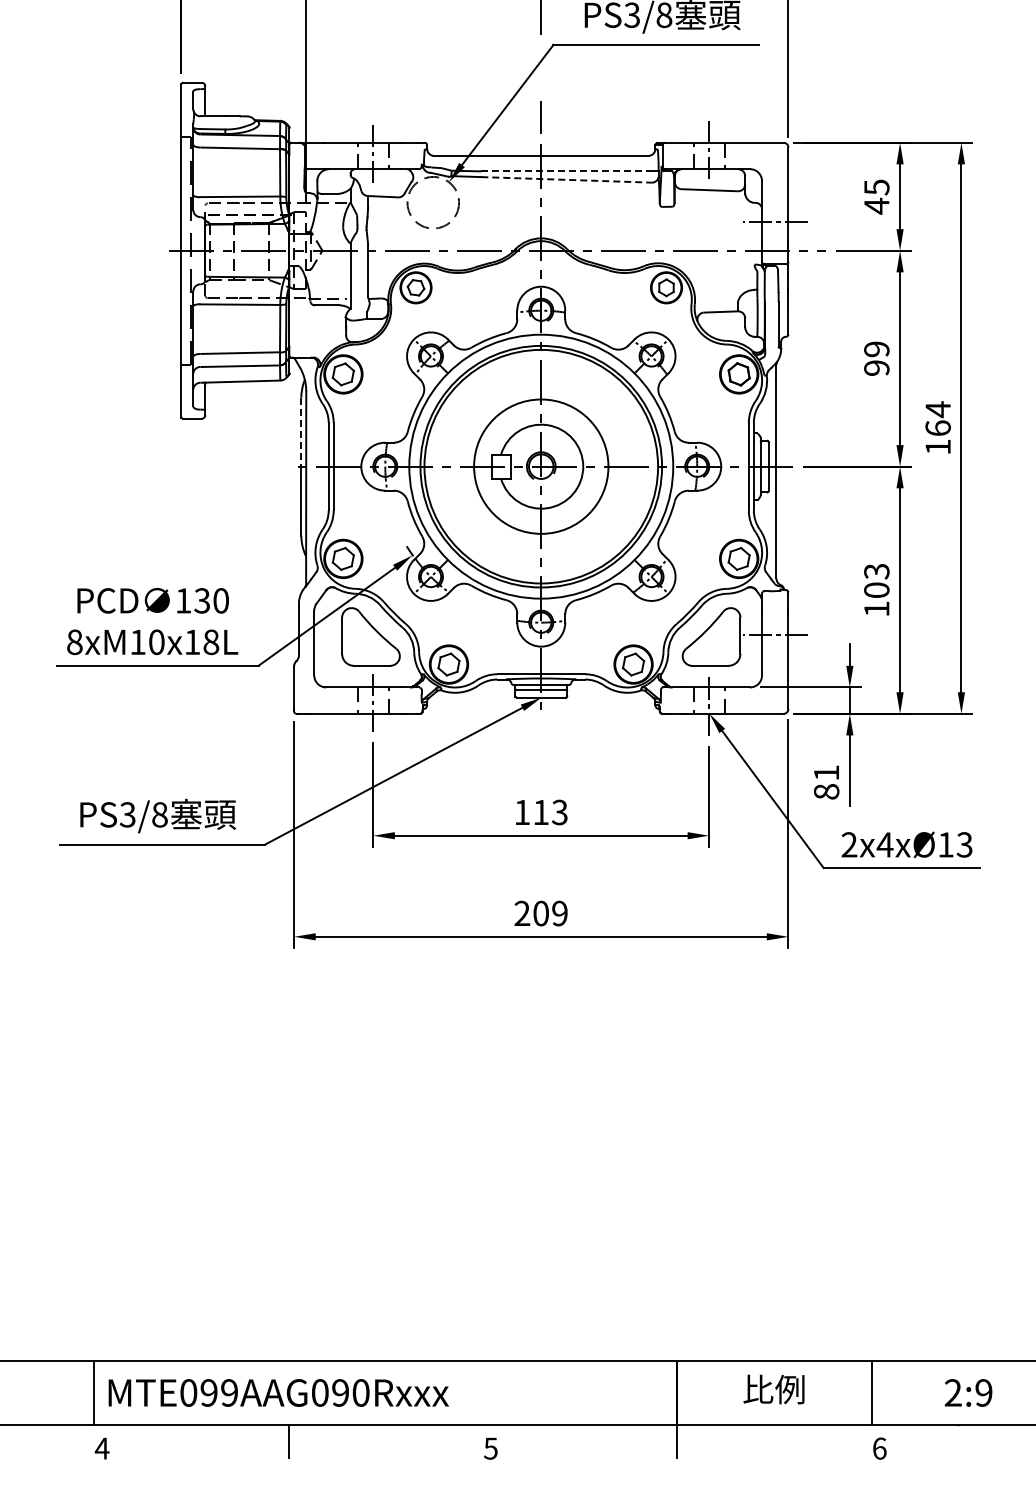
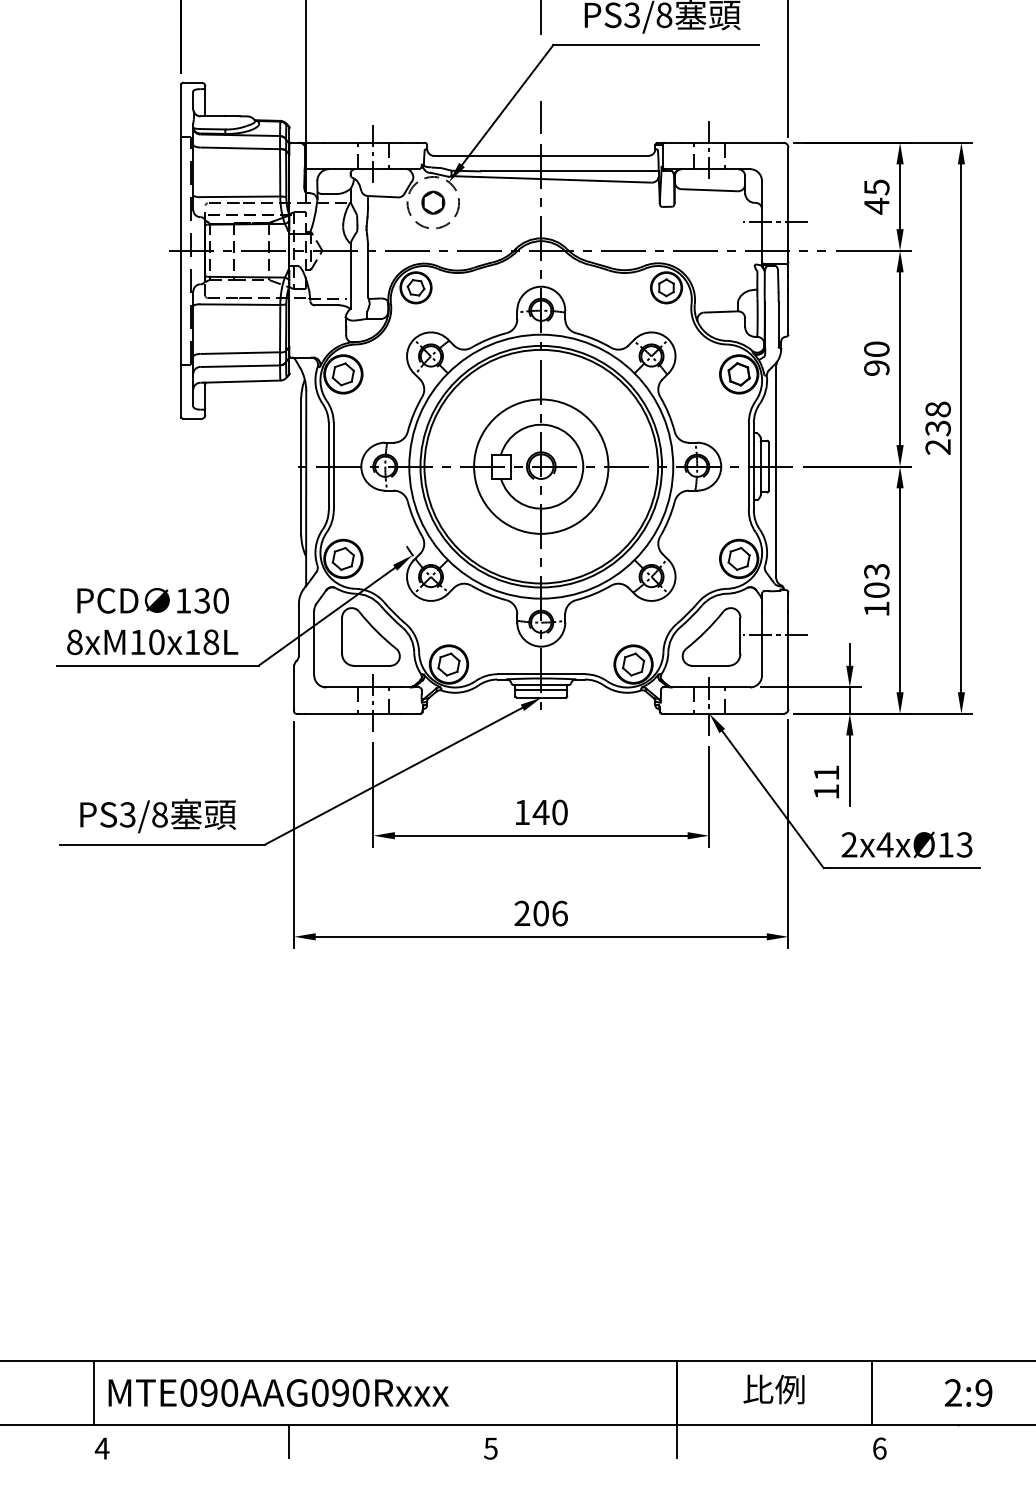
line at (566, 171): dashed -> solid
line at (565, 179): dashed -> solid
part at (433, 202): none -> present
text at (876, 349): 99 -> 90
text at (937, 427): 164 -> 238
line at (301, 432): dashed -> solid
text at (826, 791): 81 -> 11
text at (549, 812): 113 -> 140
text at (559, 913): 209 -> 206
text at (229, 1392): MTE099AAG090Rxxx -> MTE090AAG090Rxxx
